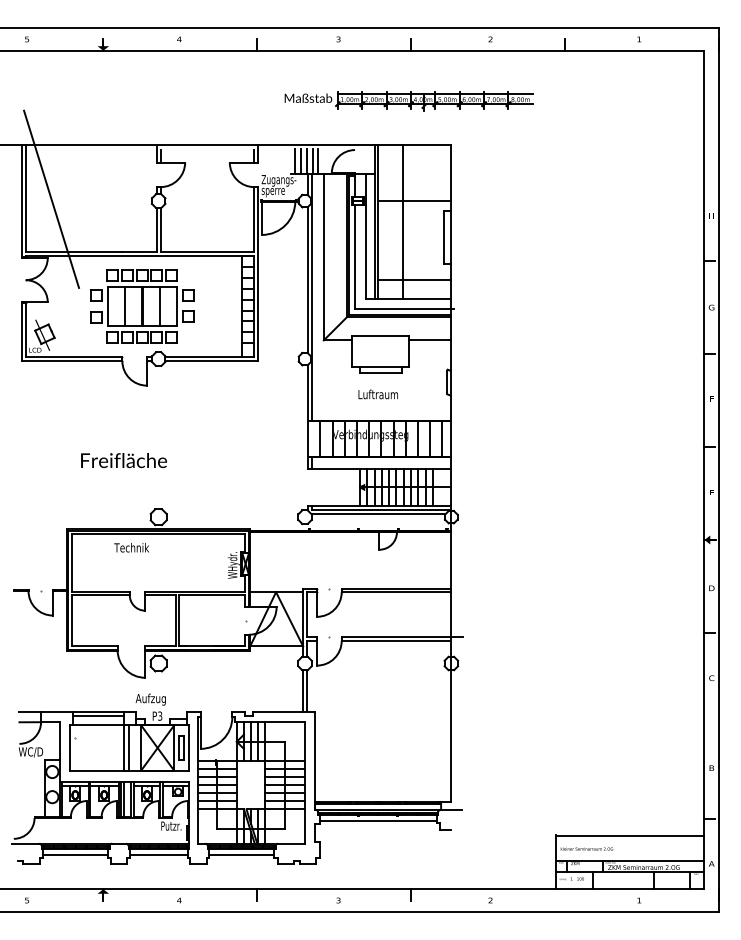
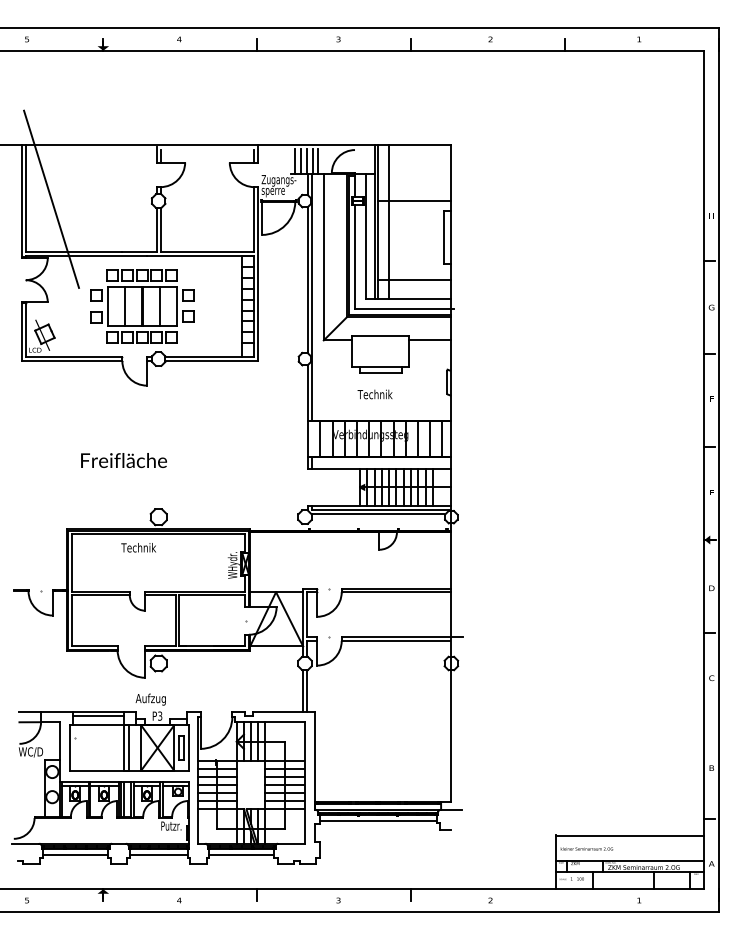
part at (408, 101): present -> none
line at (402, 221) position: (402, 221) -> (388, 221)
text at (377, 394): Luftraum -> Technik
text at (131, 547) position: (131, 547) -> (138, 547)
